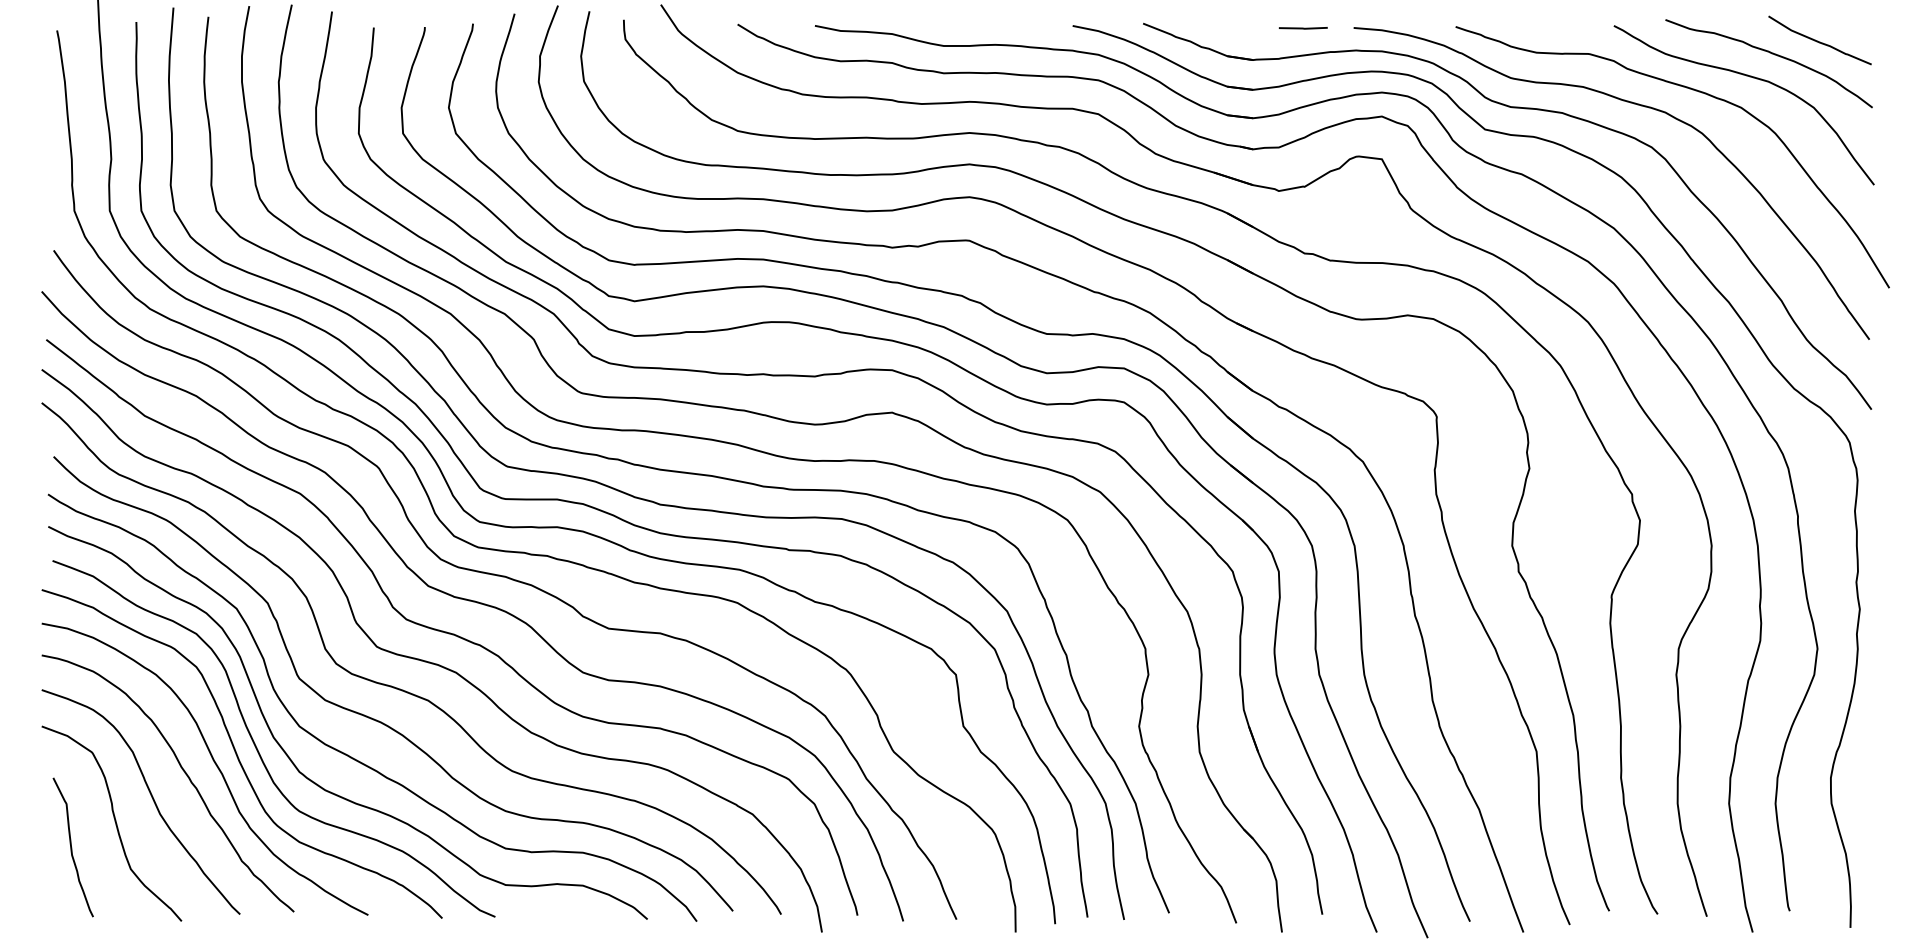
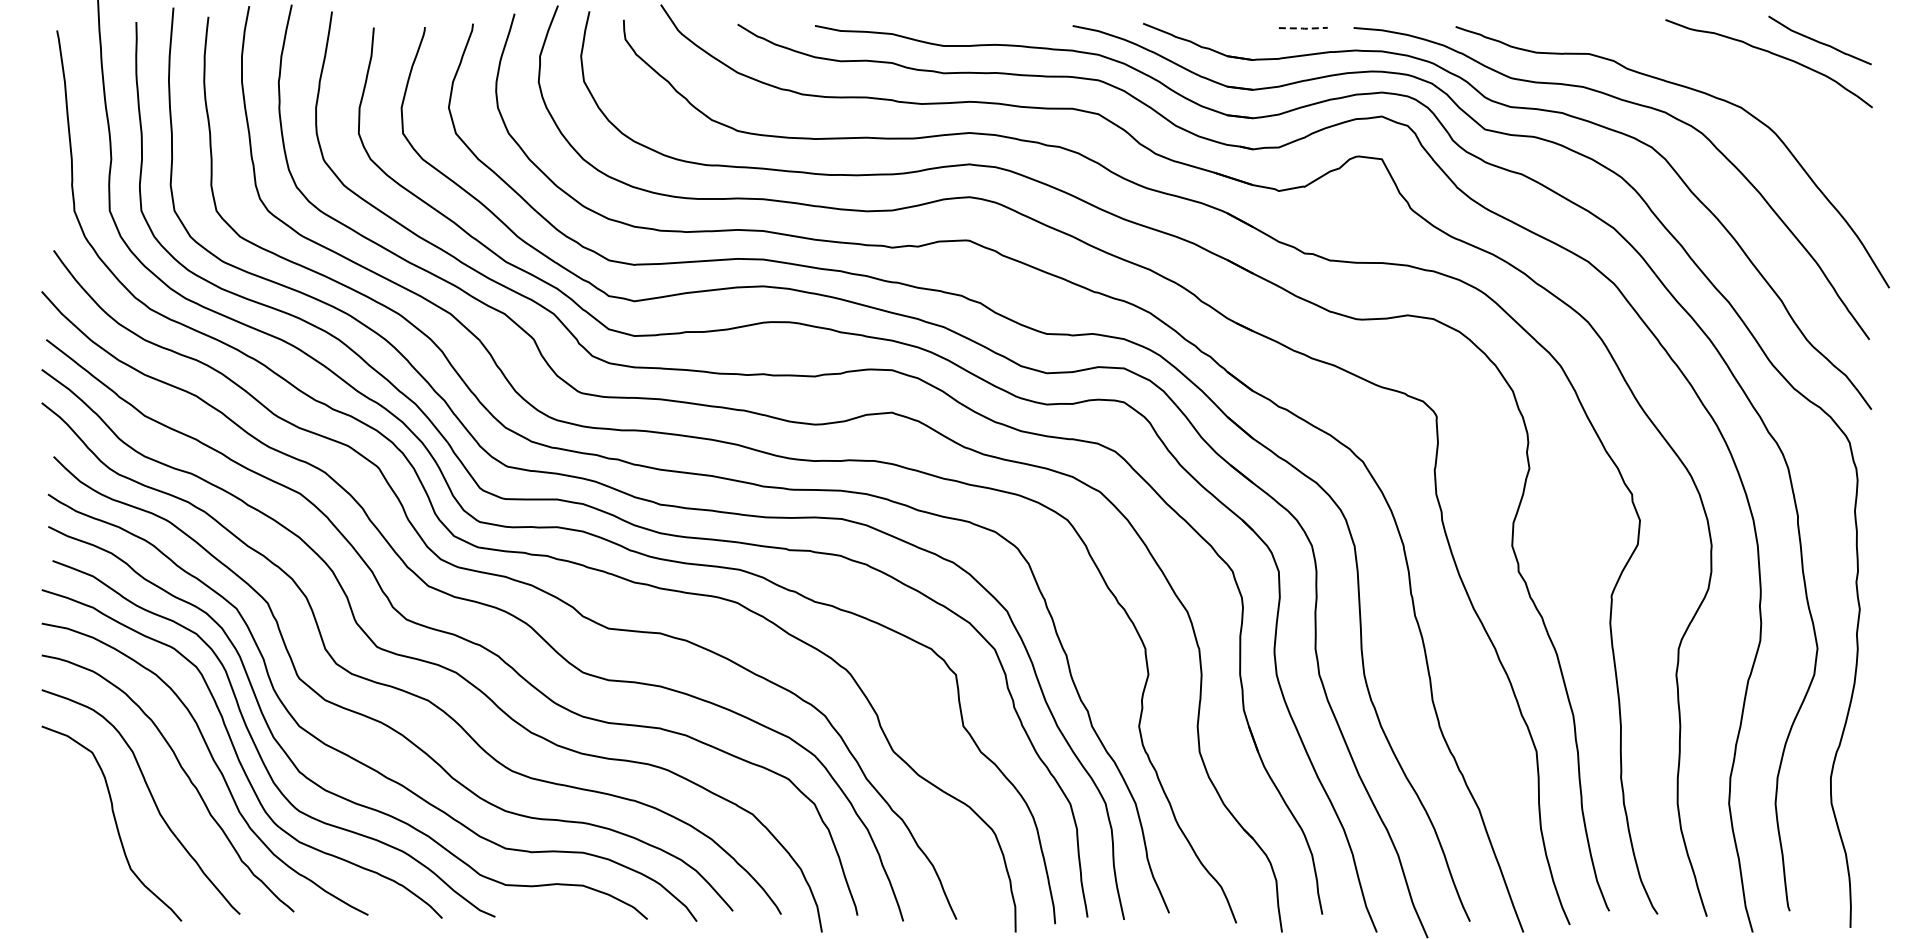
line at (1303, 28): solid -> dashed
curve at (1749, 77): present -> none
curve at (72, 847): present -> none
